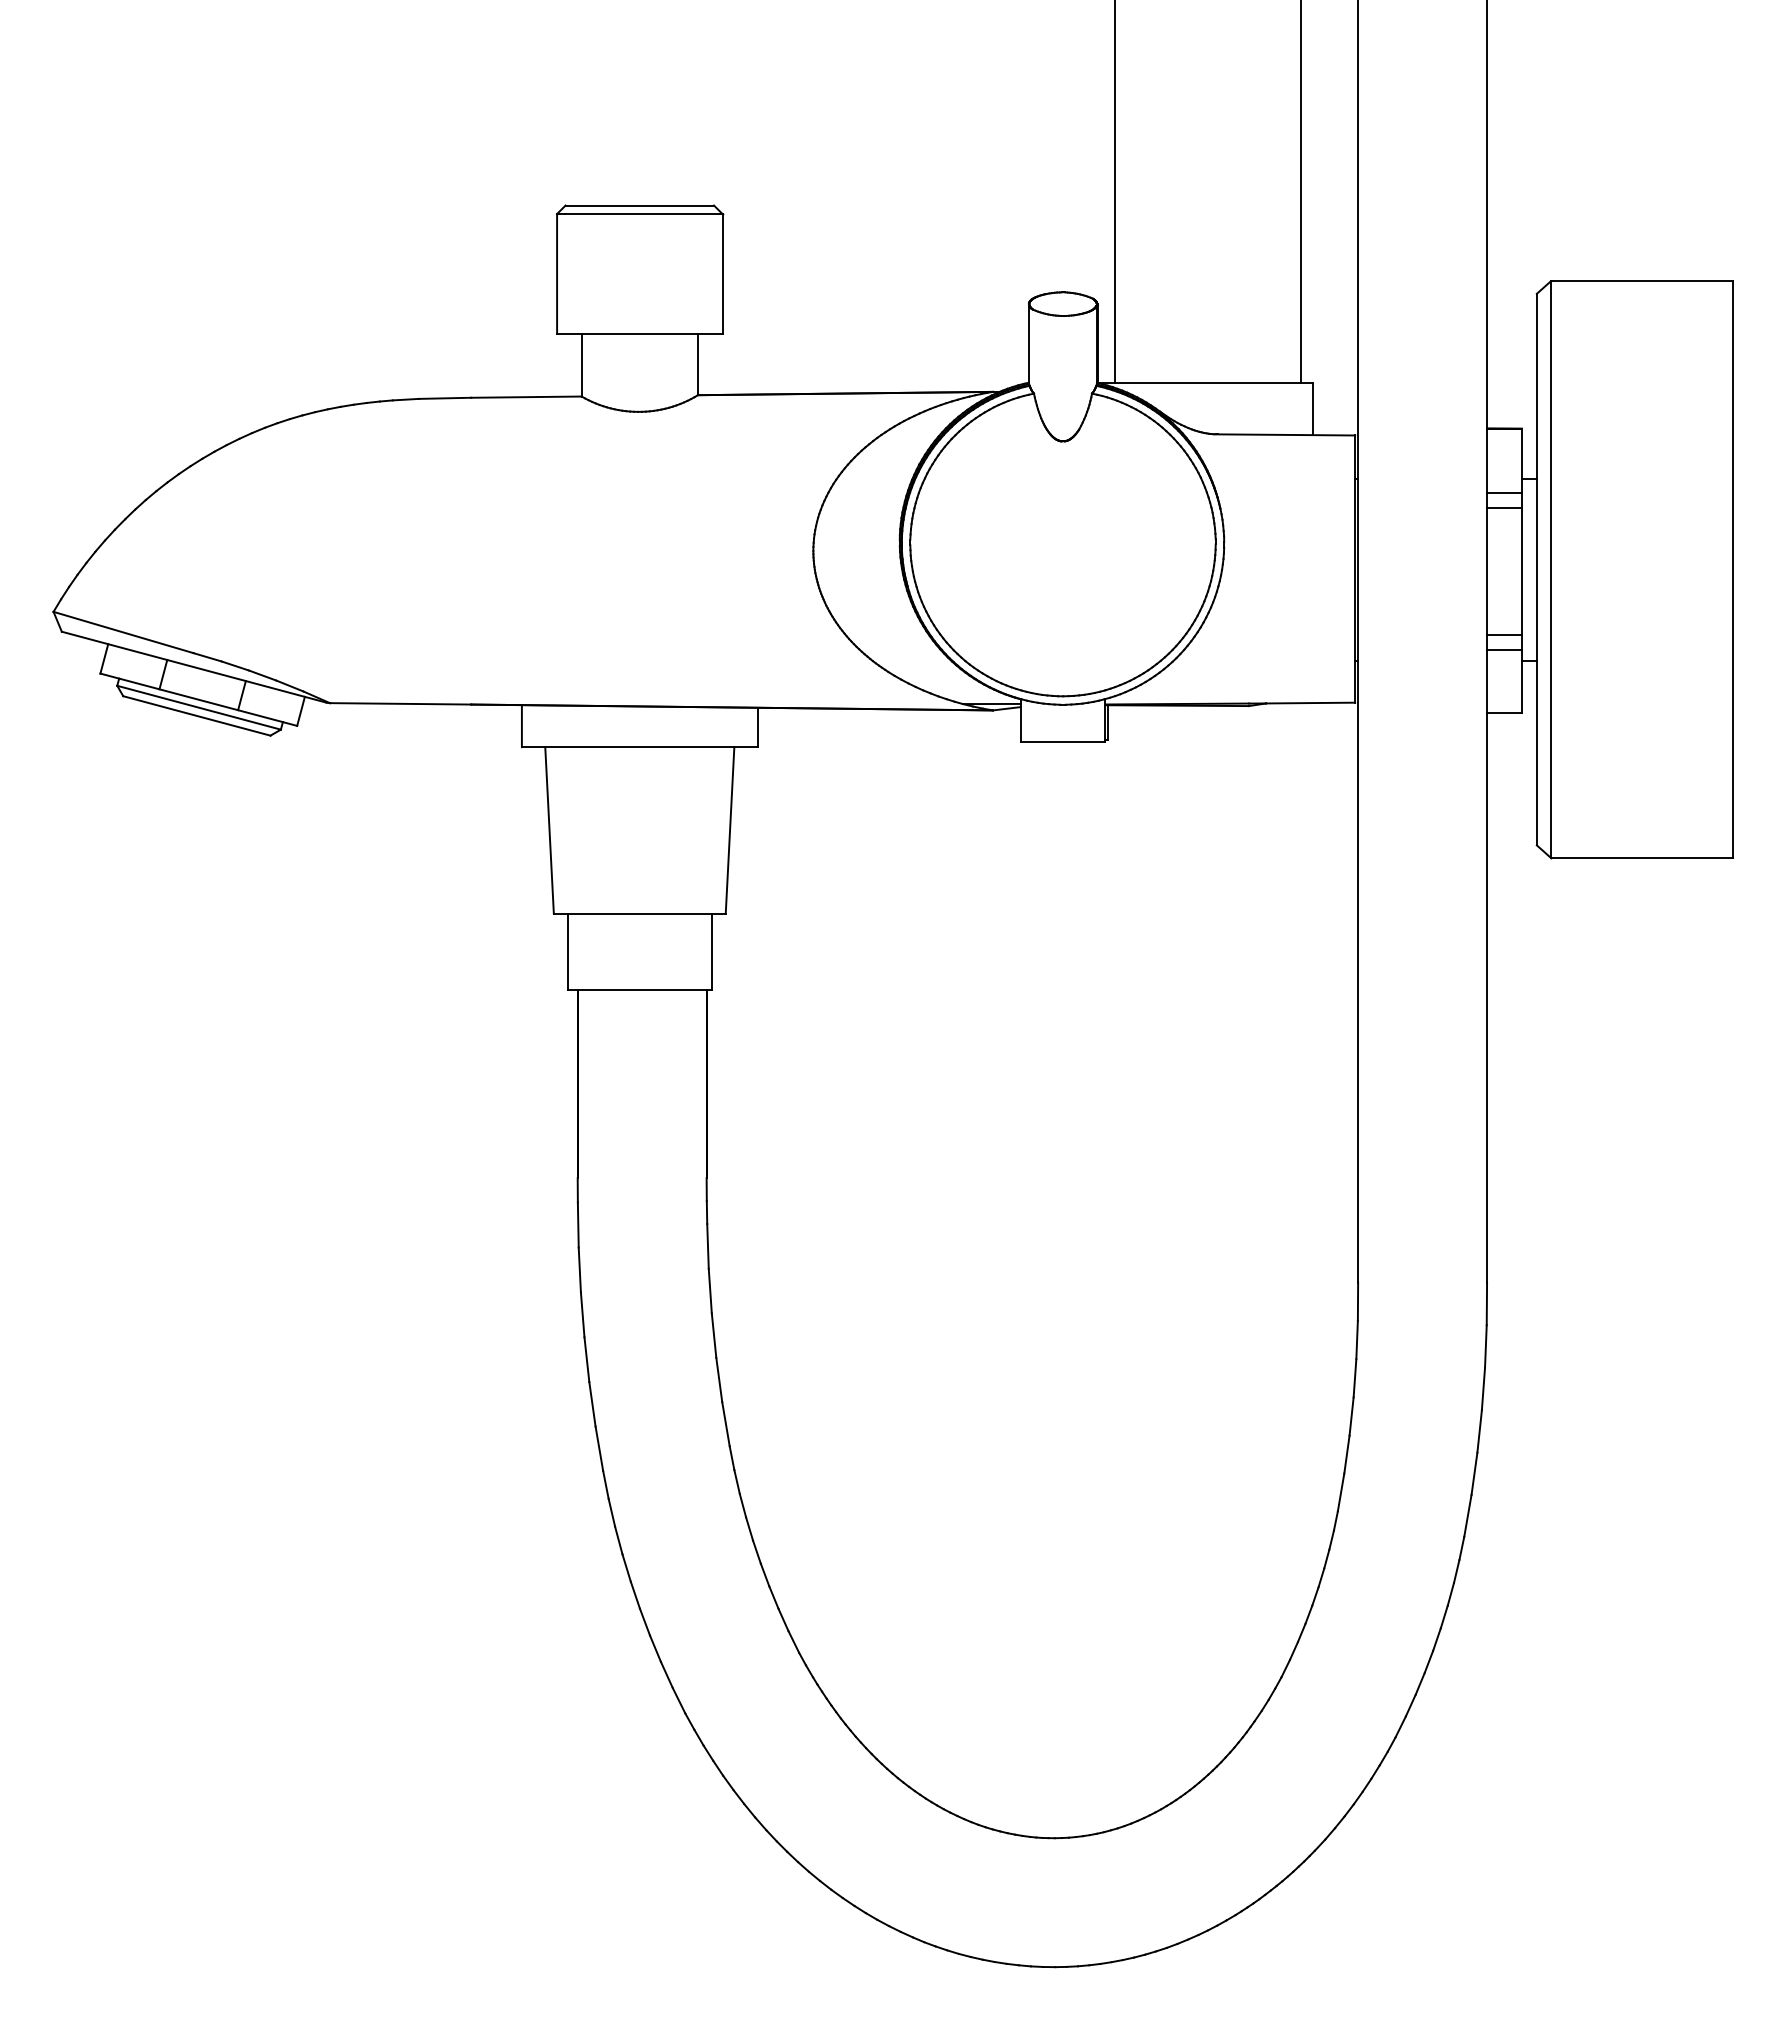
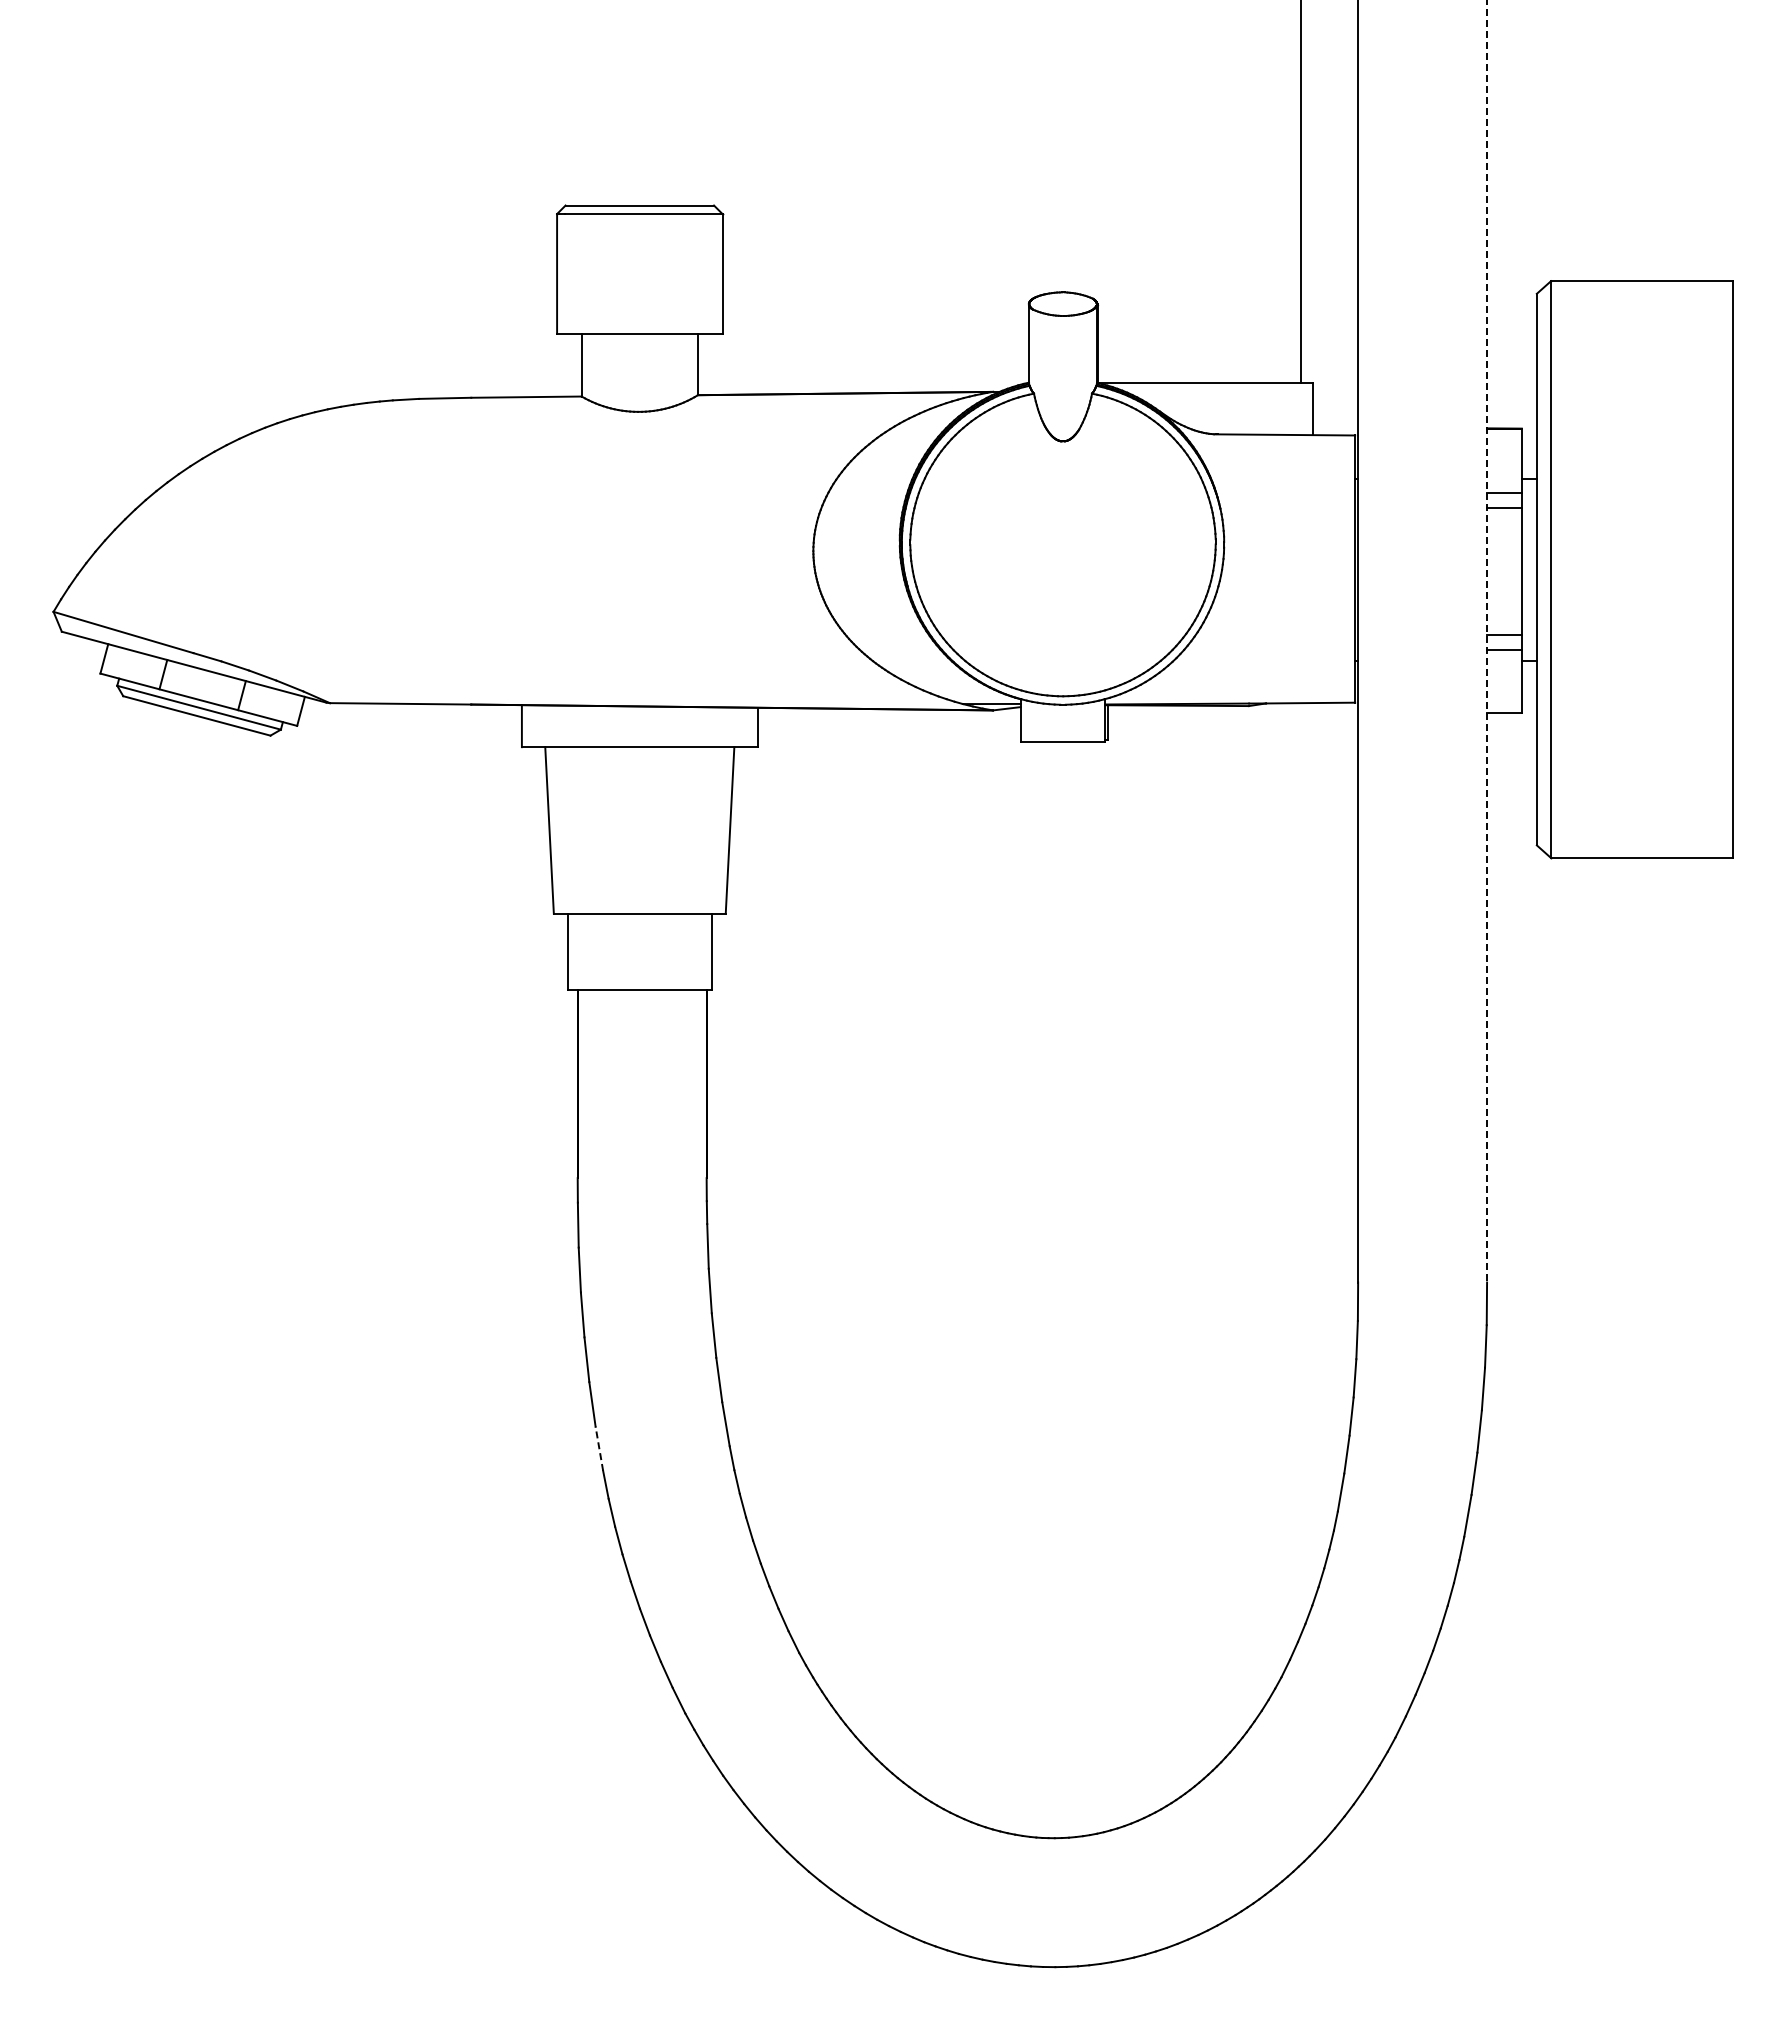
line at (1114, 192): present -> none
line at (1487, 641): solid -> dashed
line at (599, 1448): solid -> dashed
